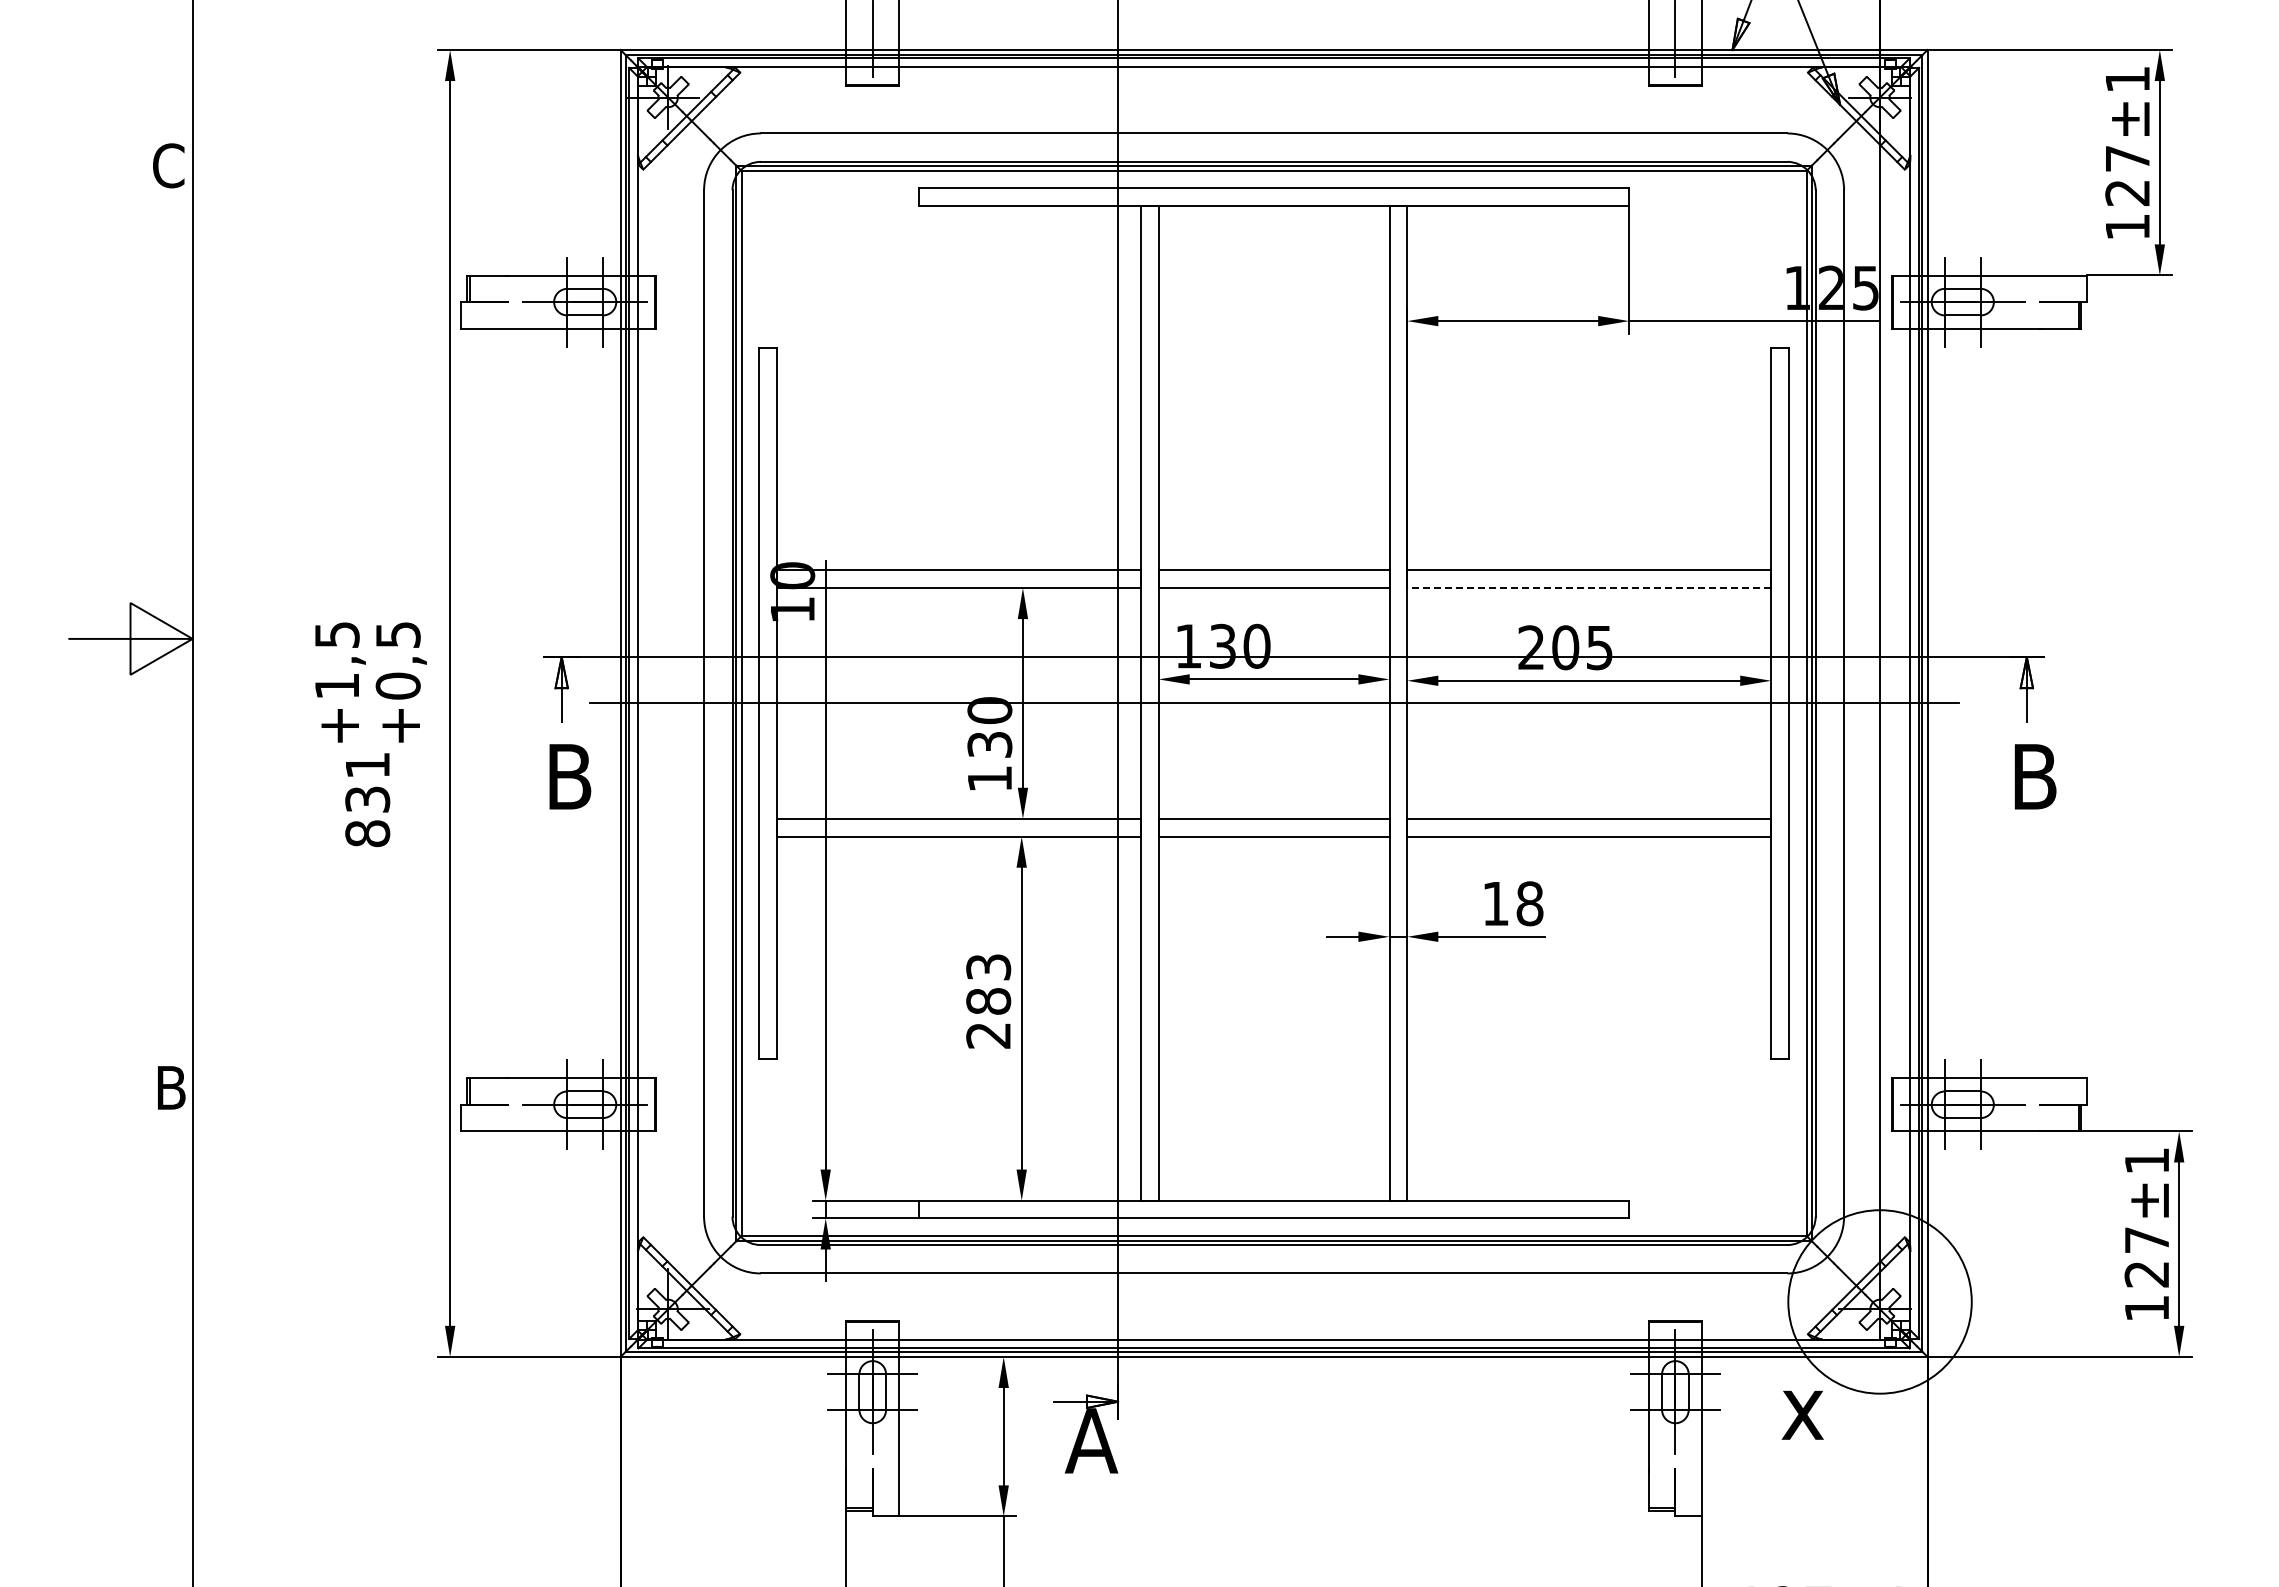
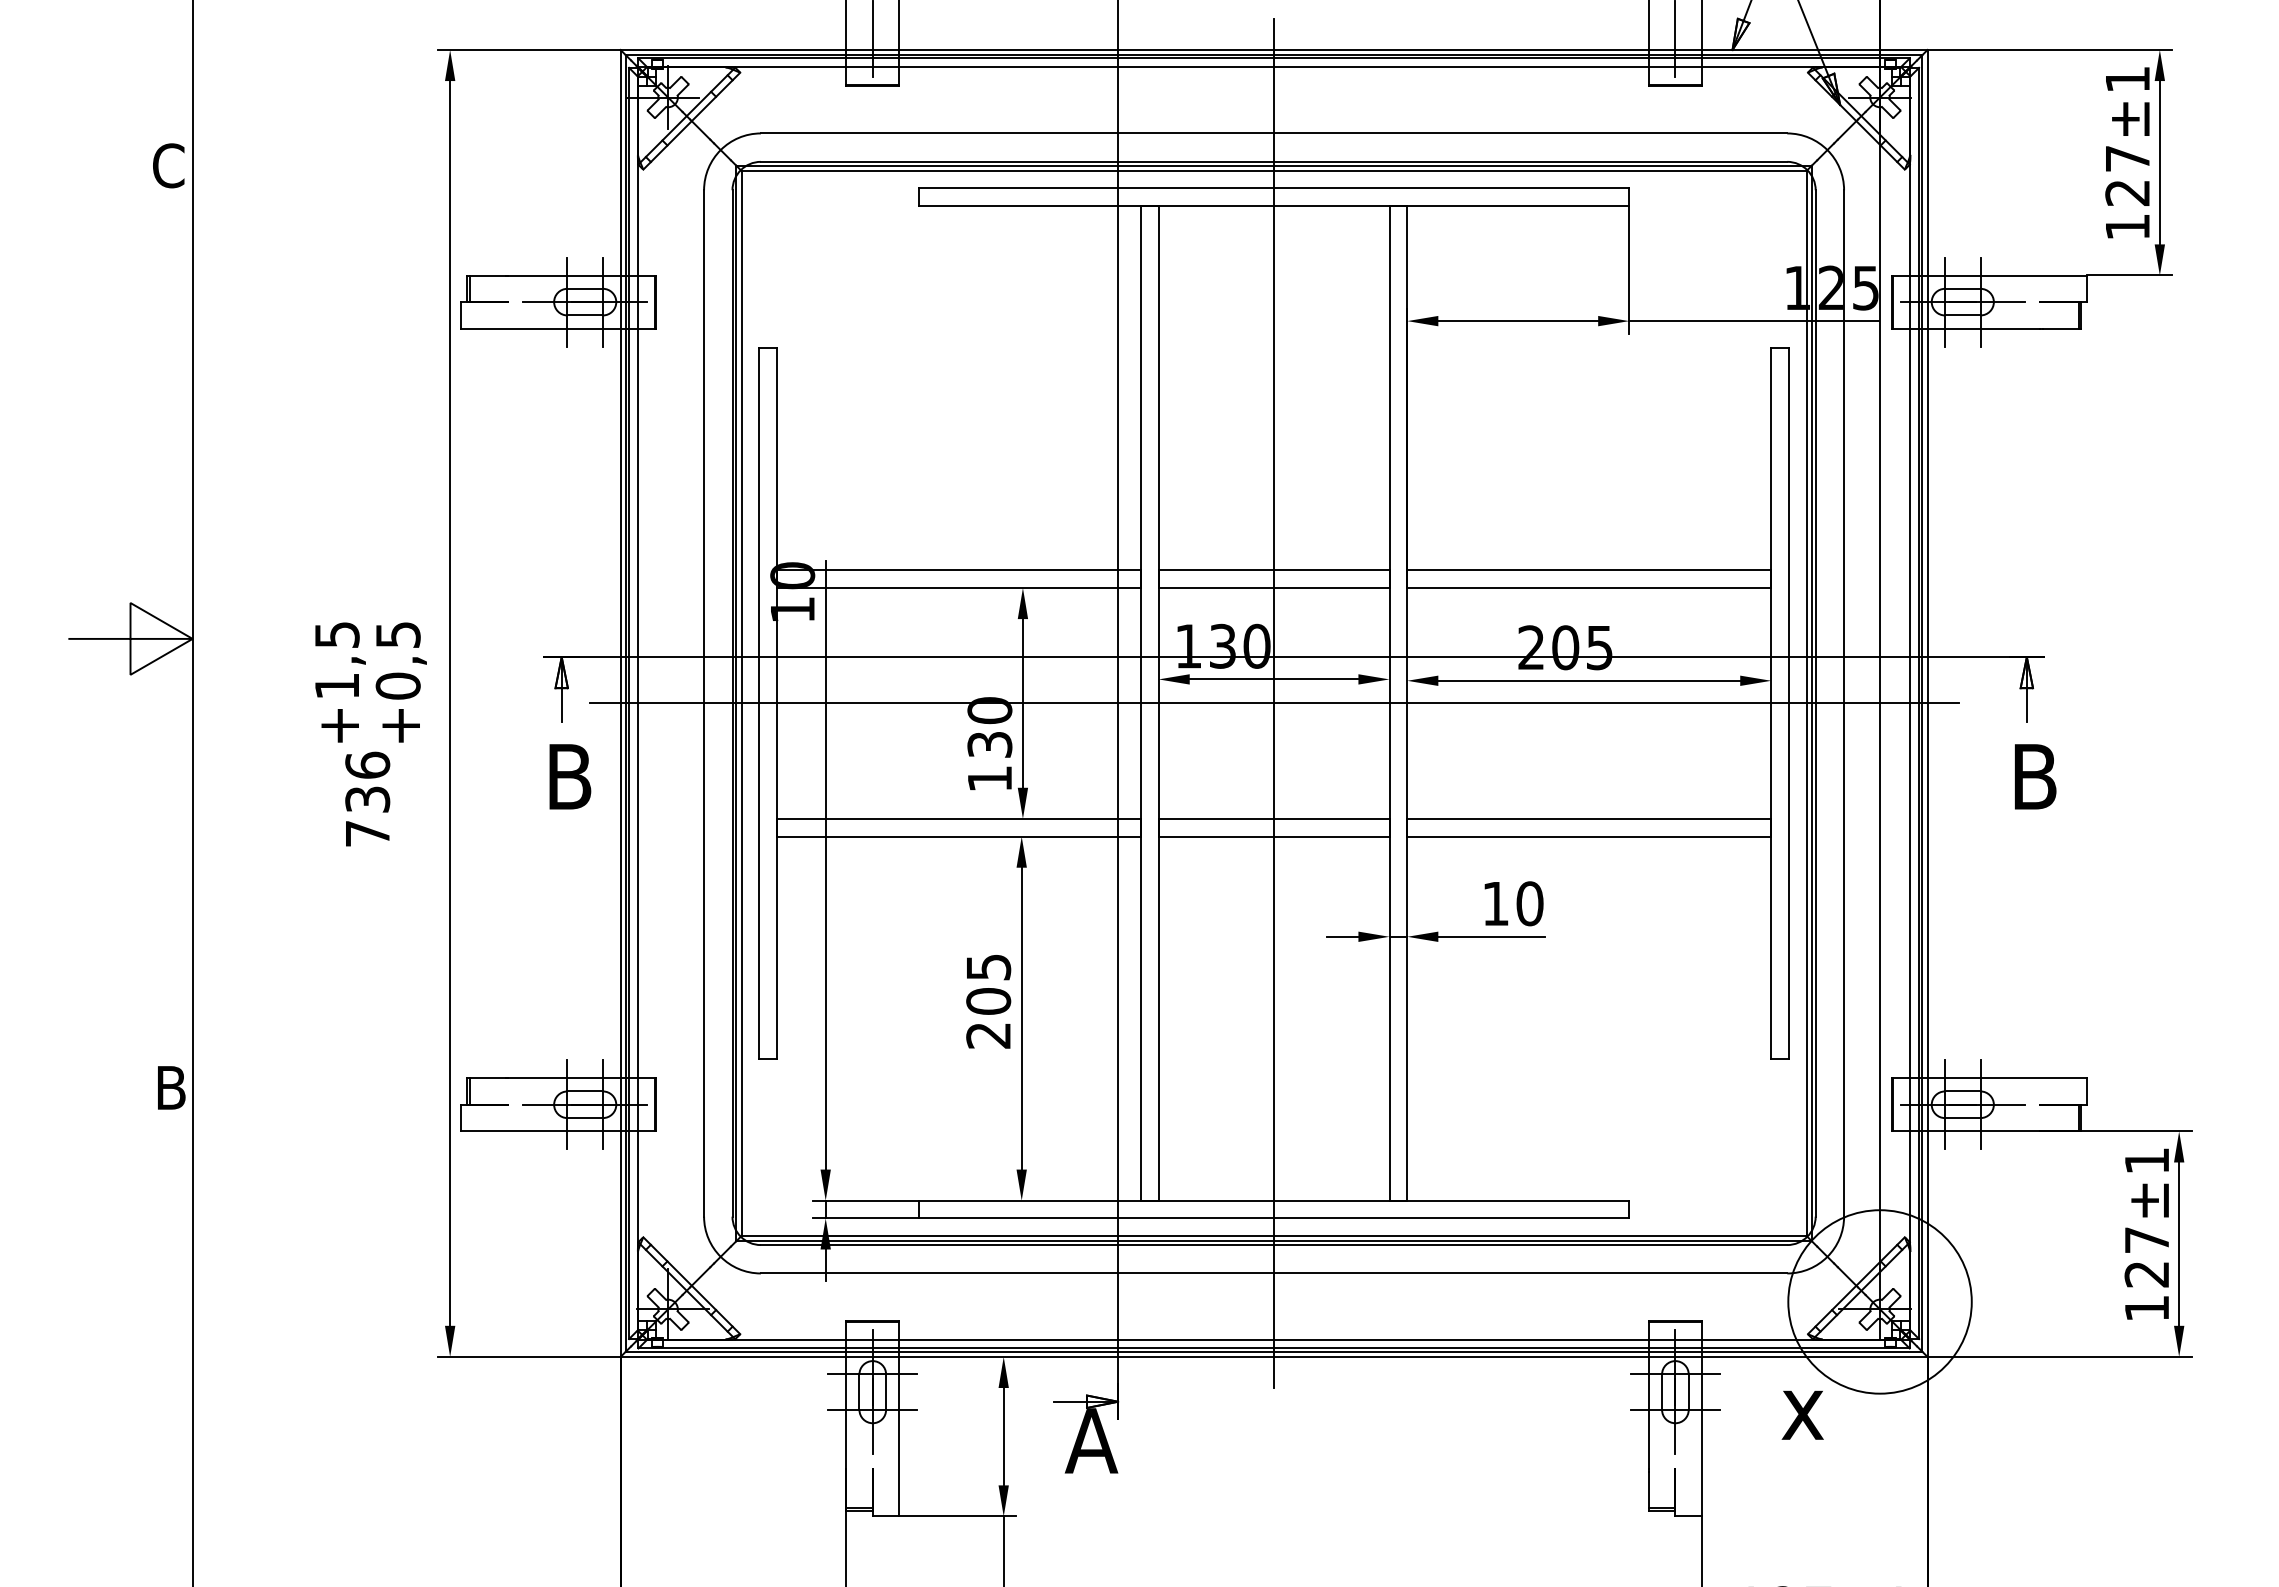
line at (1588, 588): dashed -> solid
line at (1274, 703): none -> present
text at (367, 799): 831 -> 736
text at (1529, 903): 18 -> 10
text at (988, 984): 283 -> 205
